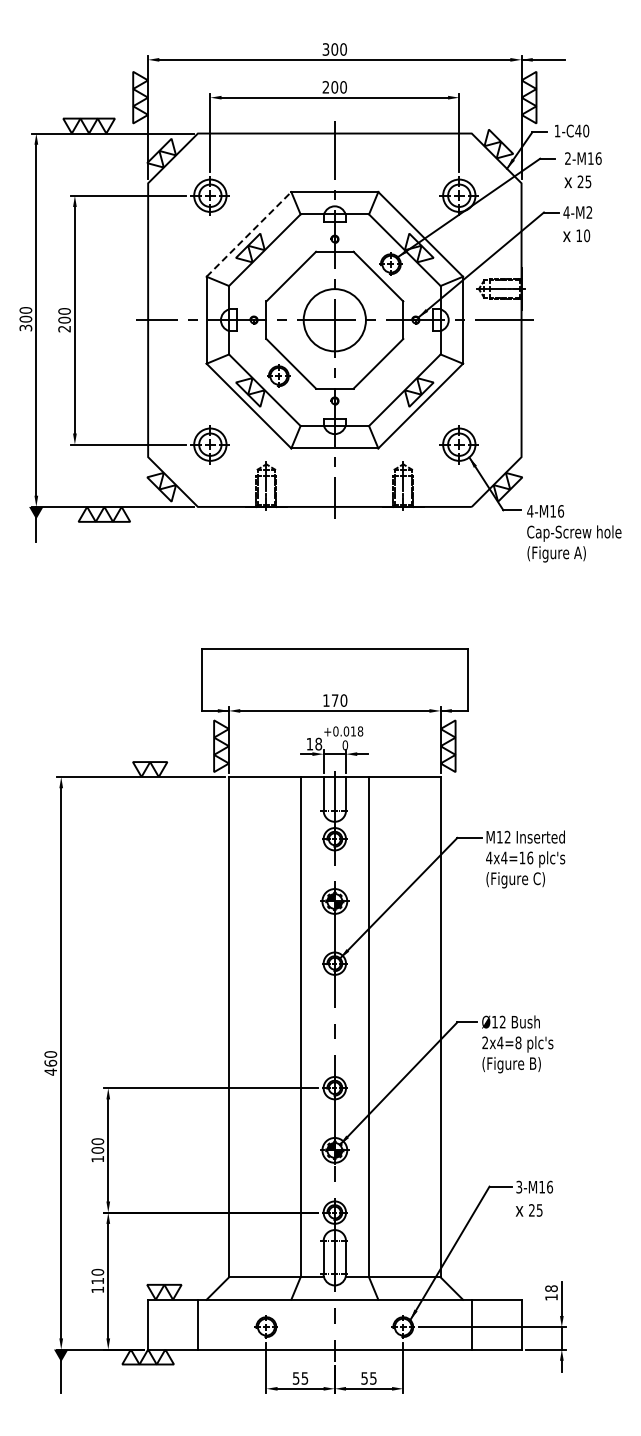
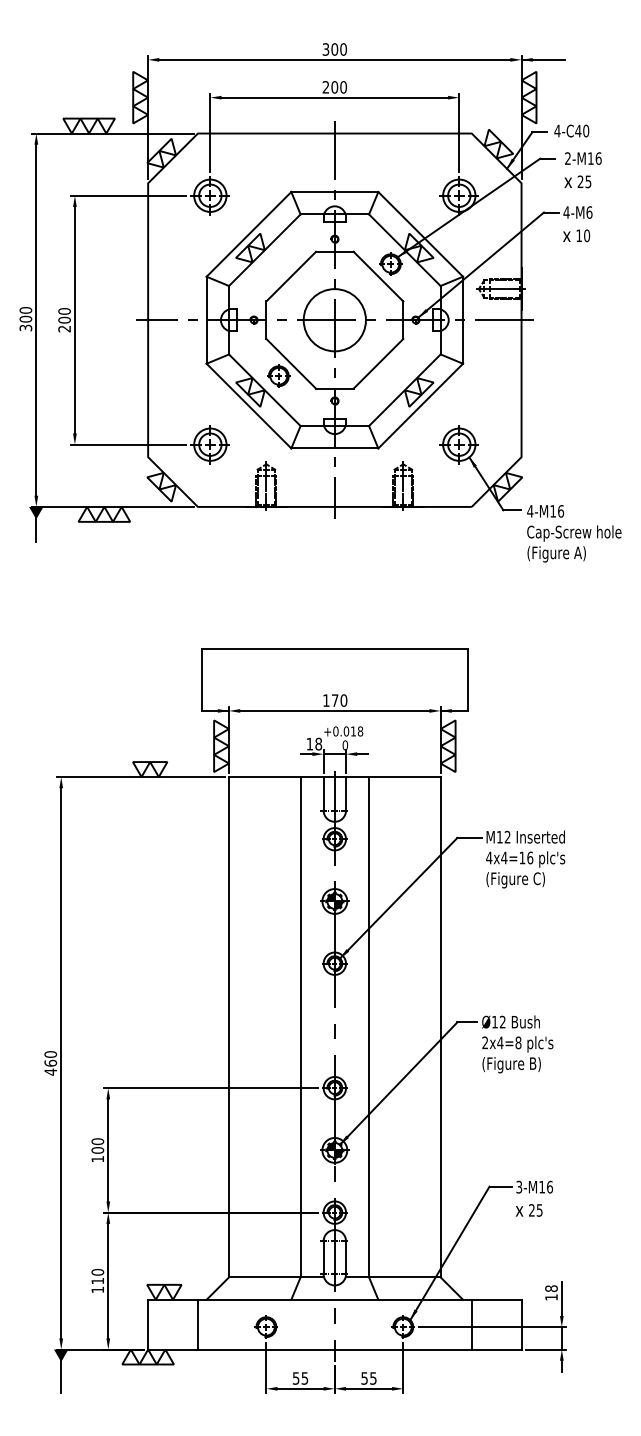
text at (557, 130): 1-C40 -> 4-C40
text at (589, 212): 4-M2 -> 4-M6
line at (248, 234): dashed -> solid
